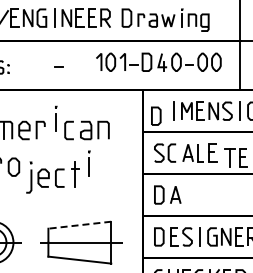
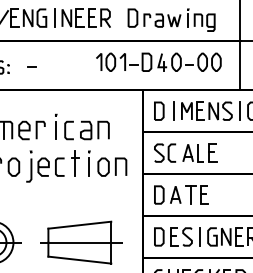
part at (165, 19) position: (165, 19) -> (171, 19)
line at (58, 66) position: (58, 66) -> (31, 66)
part at (156, 115) position: (156, 115) -> (159, 110)
part at (56, 118) position: (56, 118) -> (56, 126)
part at (235, 157) position: (235, 157) -> (196, 194)
part at (112, 166): none -> present
part at (52, 177) position: (52, 177) -> (52, 166)
line at (79, 225): dashed -> solid
